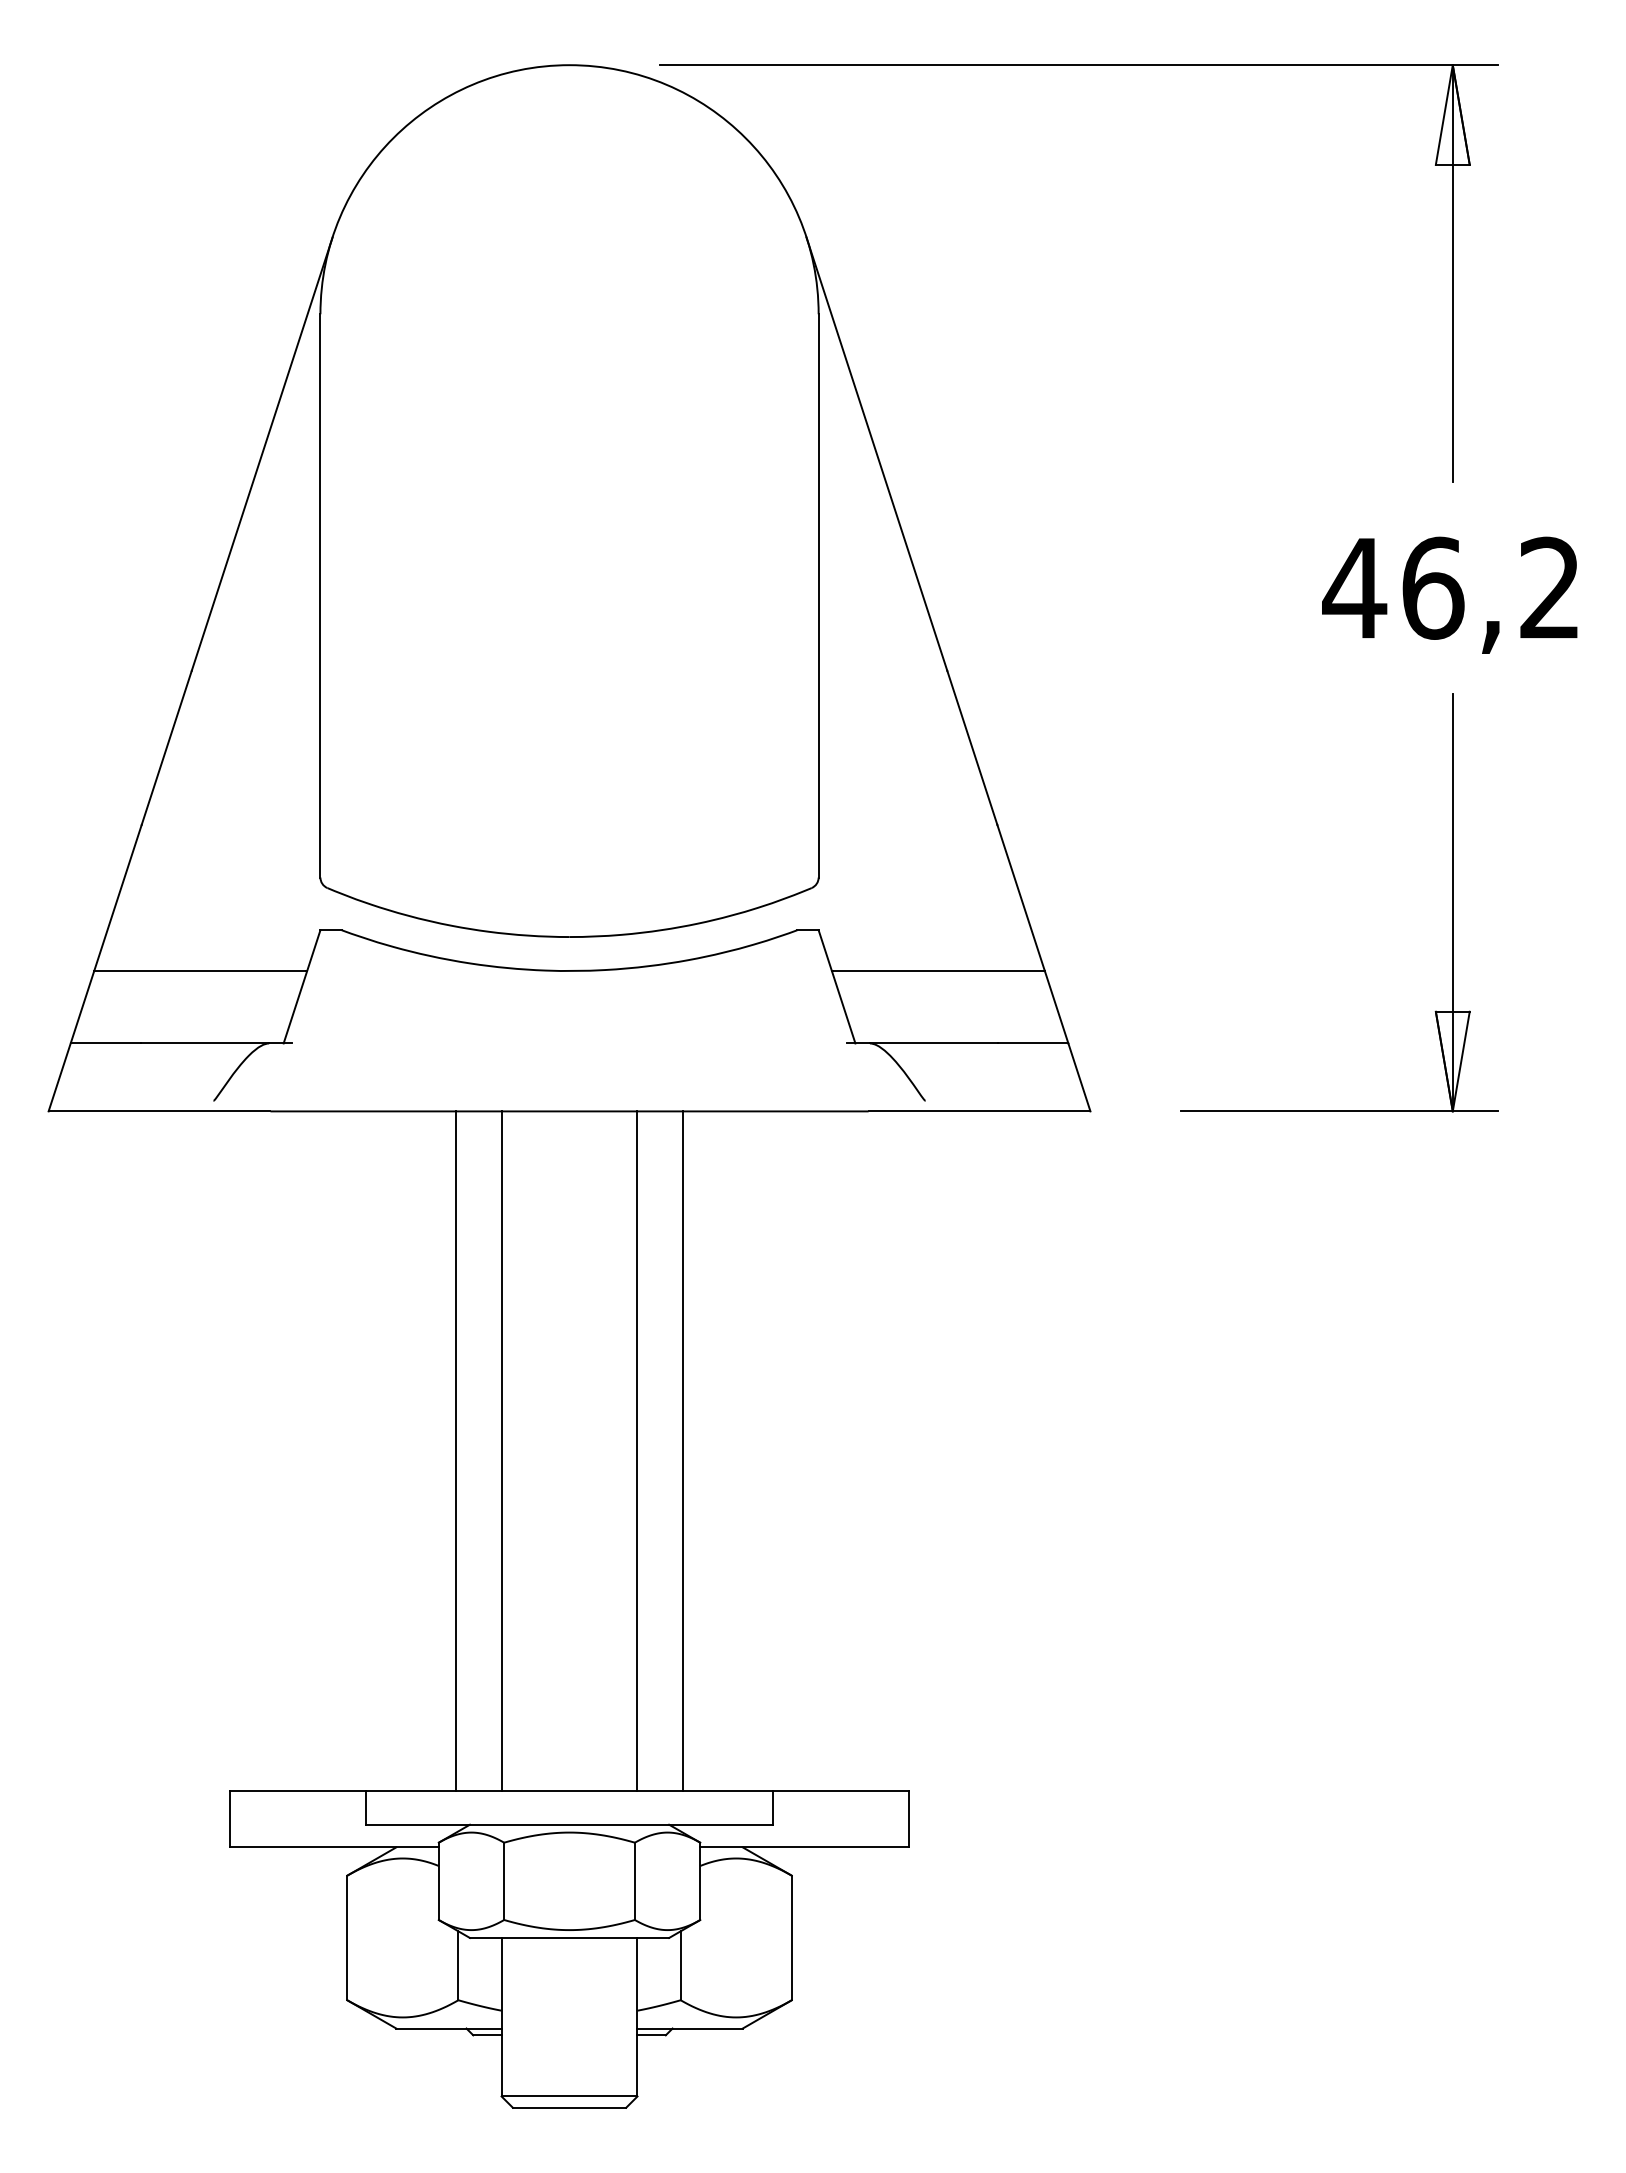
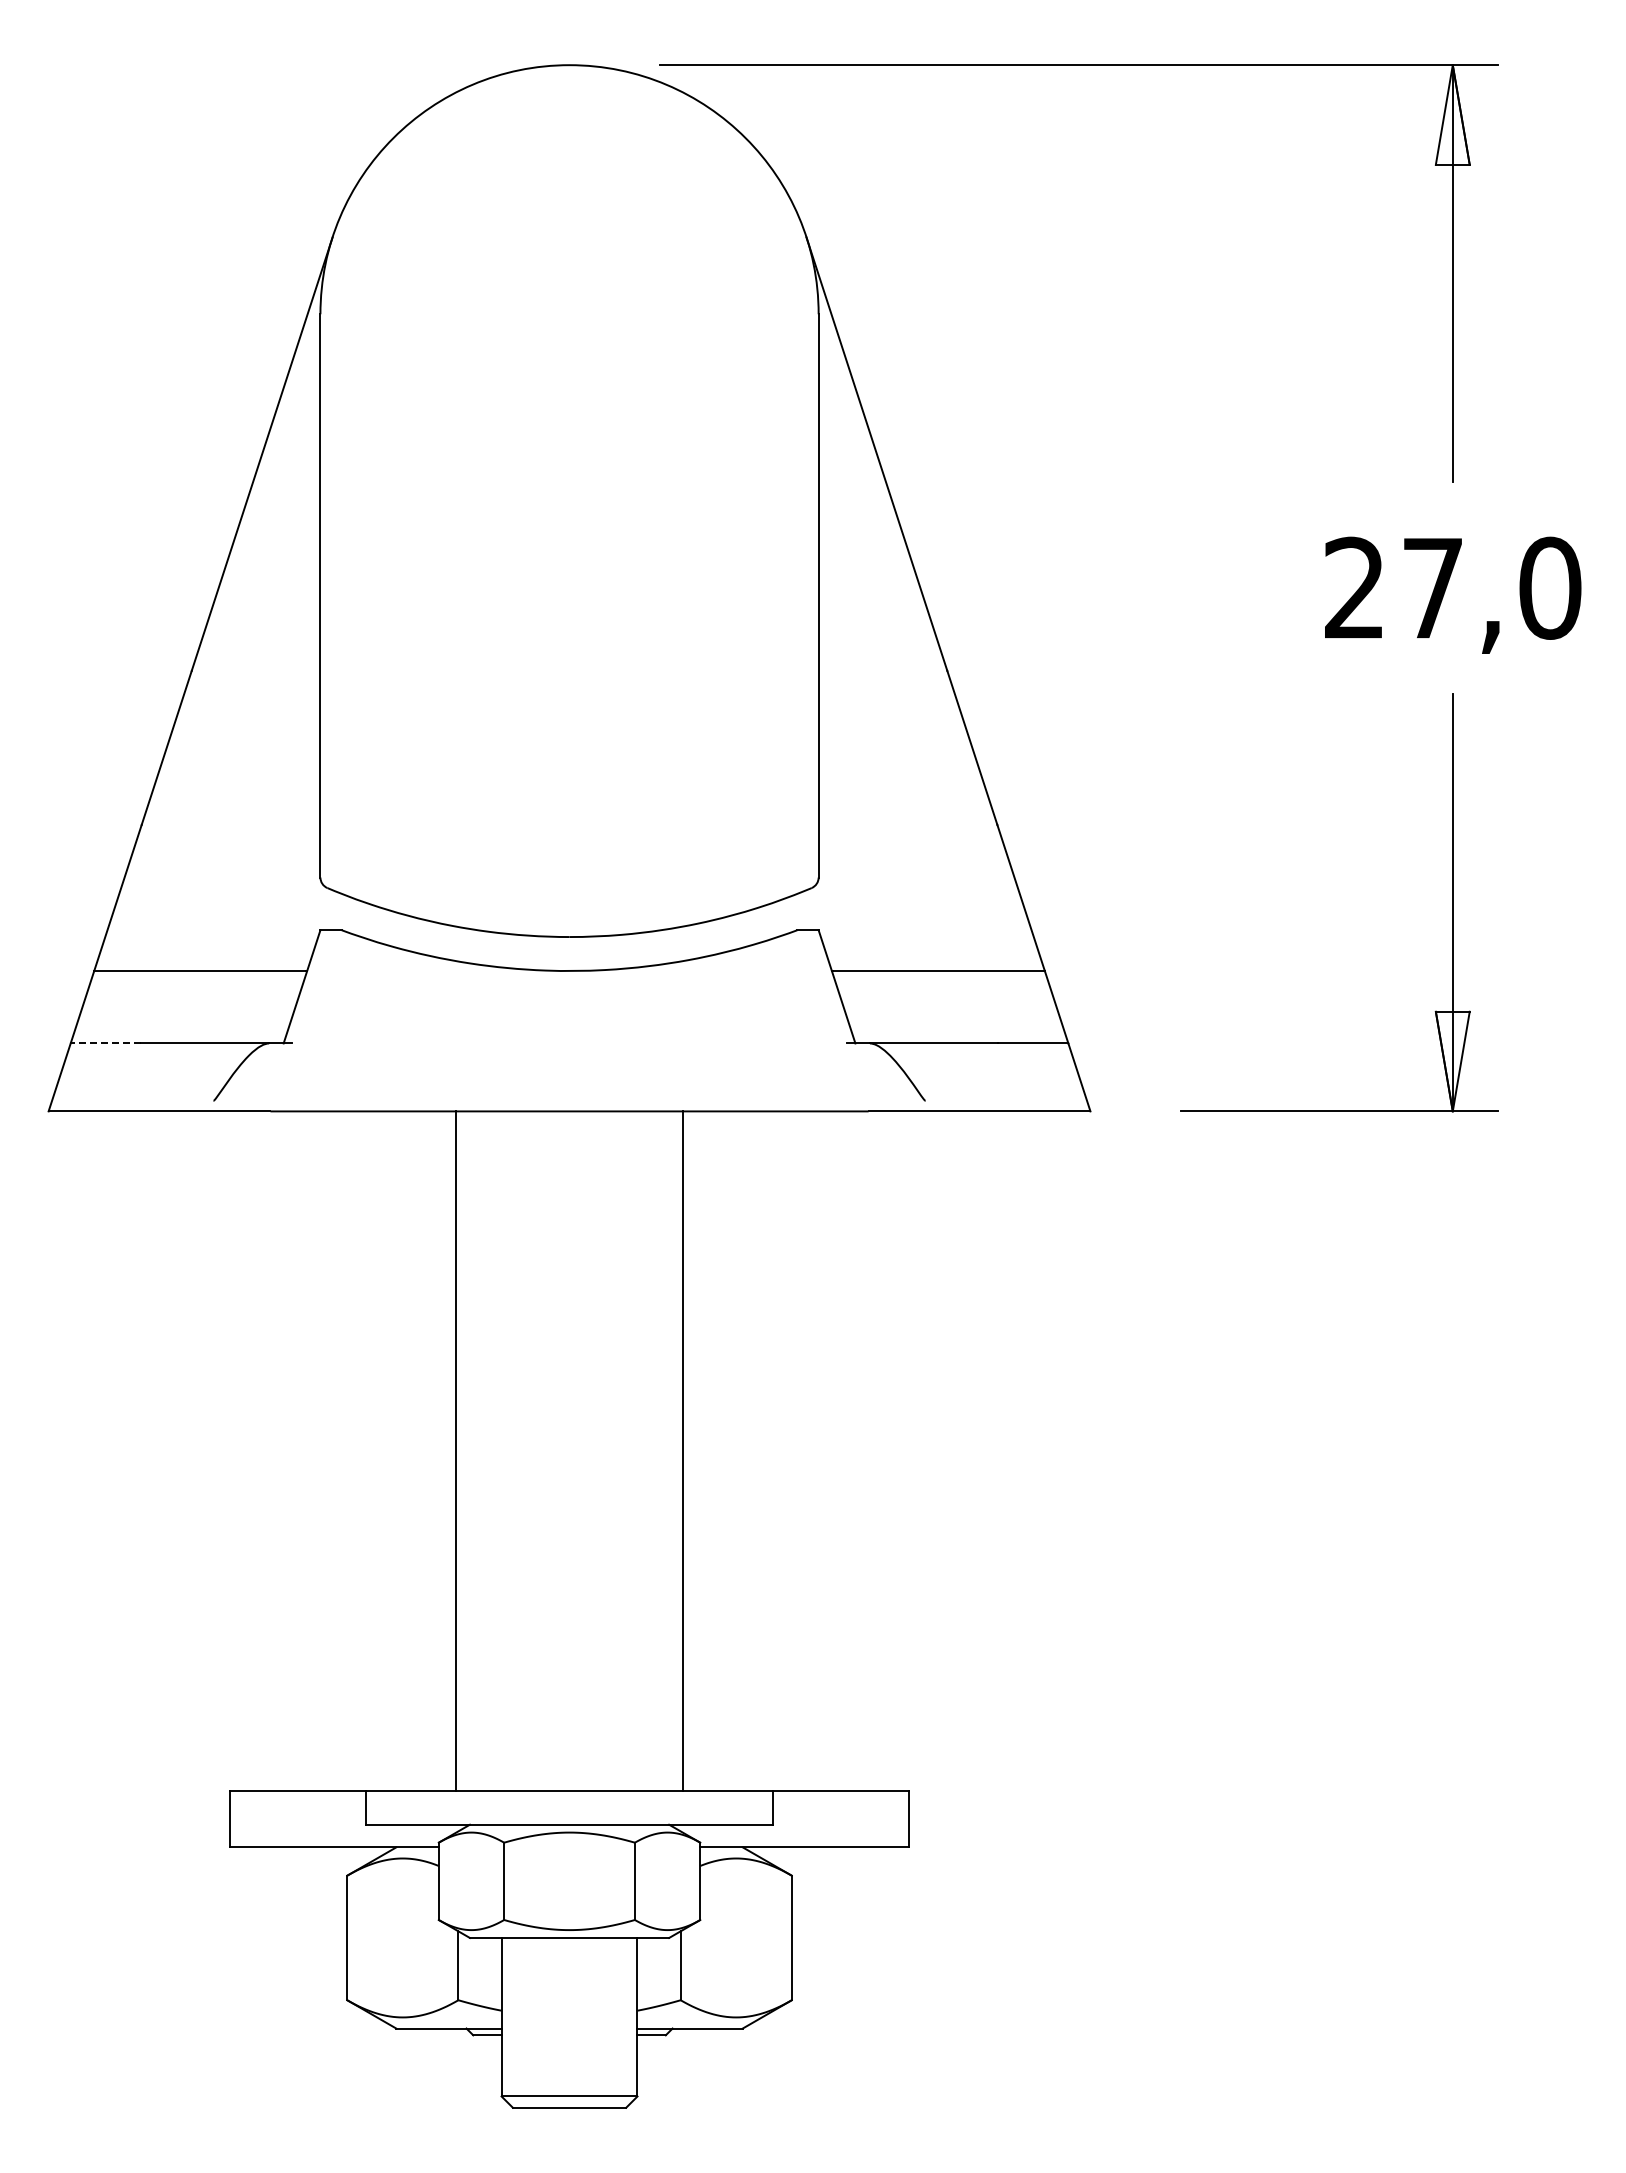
text at (1451, 587): 46,2 -> 27,0
line at (106, 1043): solid -> dashed
line at (501, 1450): present -> none
line at (637, 1450): present -> none
